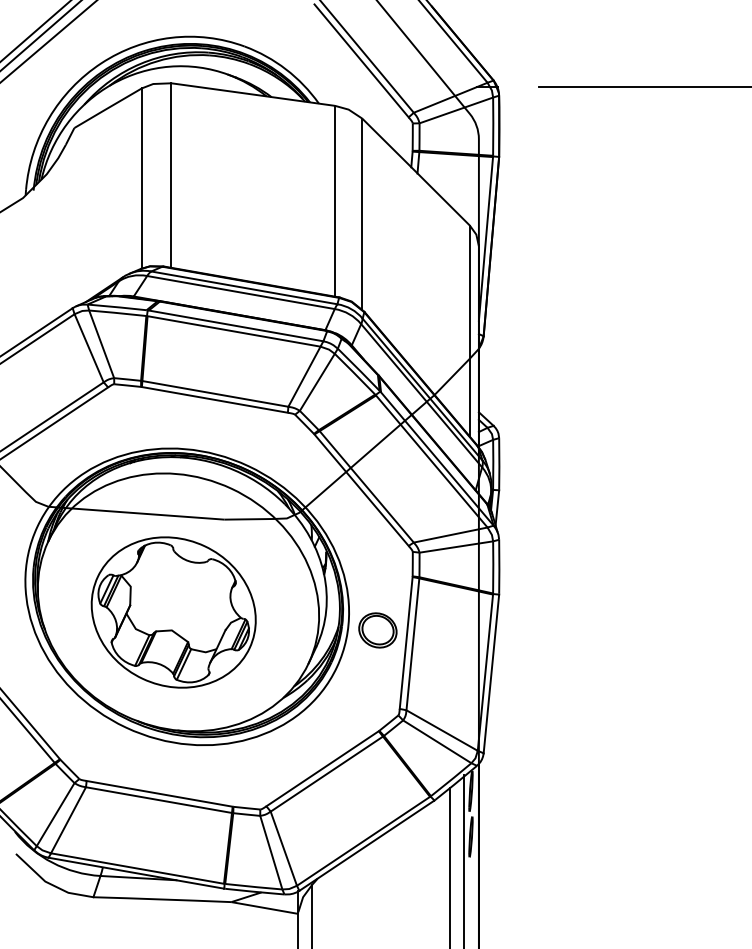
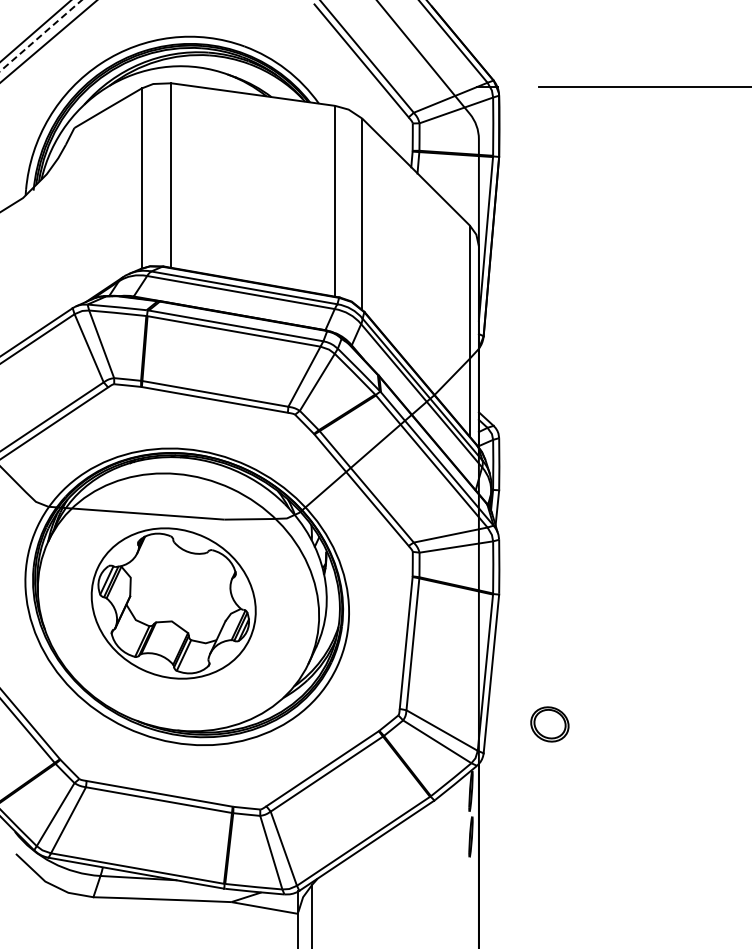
line at (41, 35): solid -> dashed
part at (173, 612) position: (173, 612) -> (173, 603)
part at (377, 630) position: (377, 630) -> (549, 724)
line at (464, 860): present -> none
line at (450, 866): present -> none
